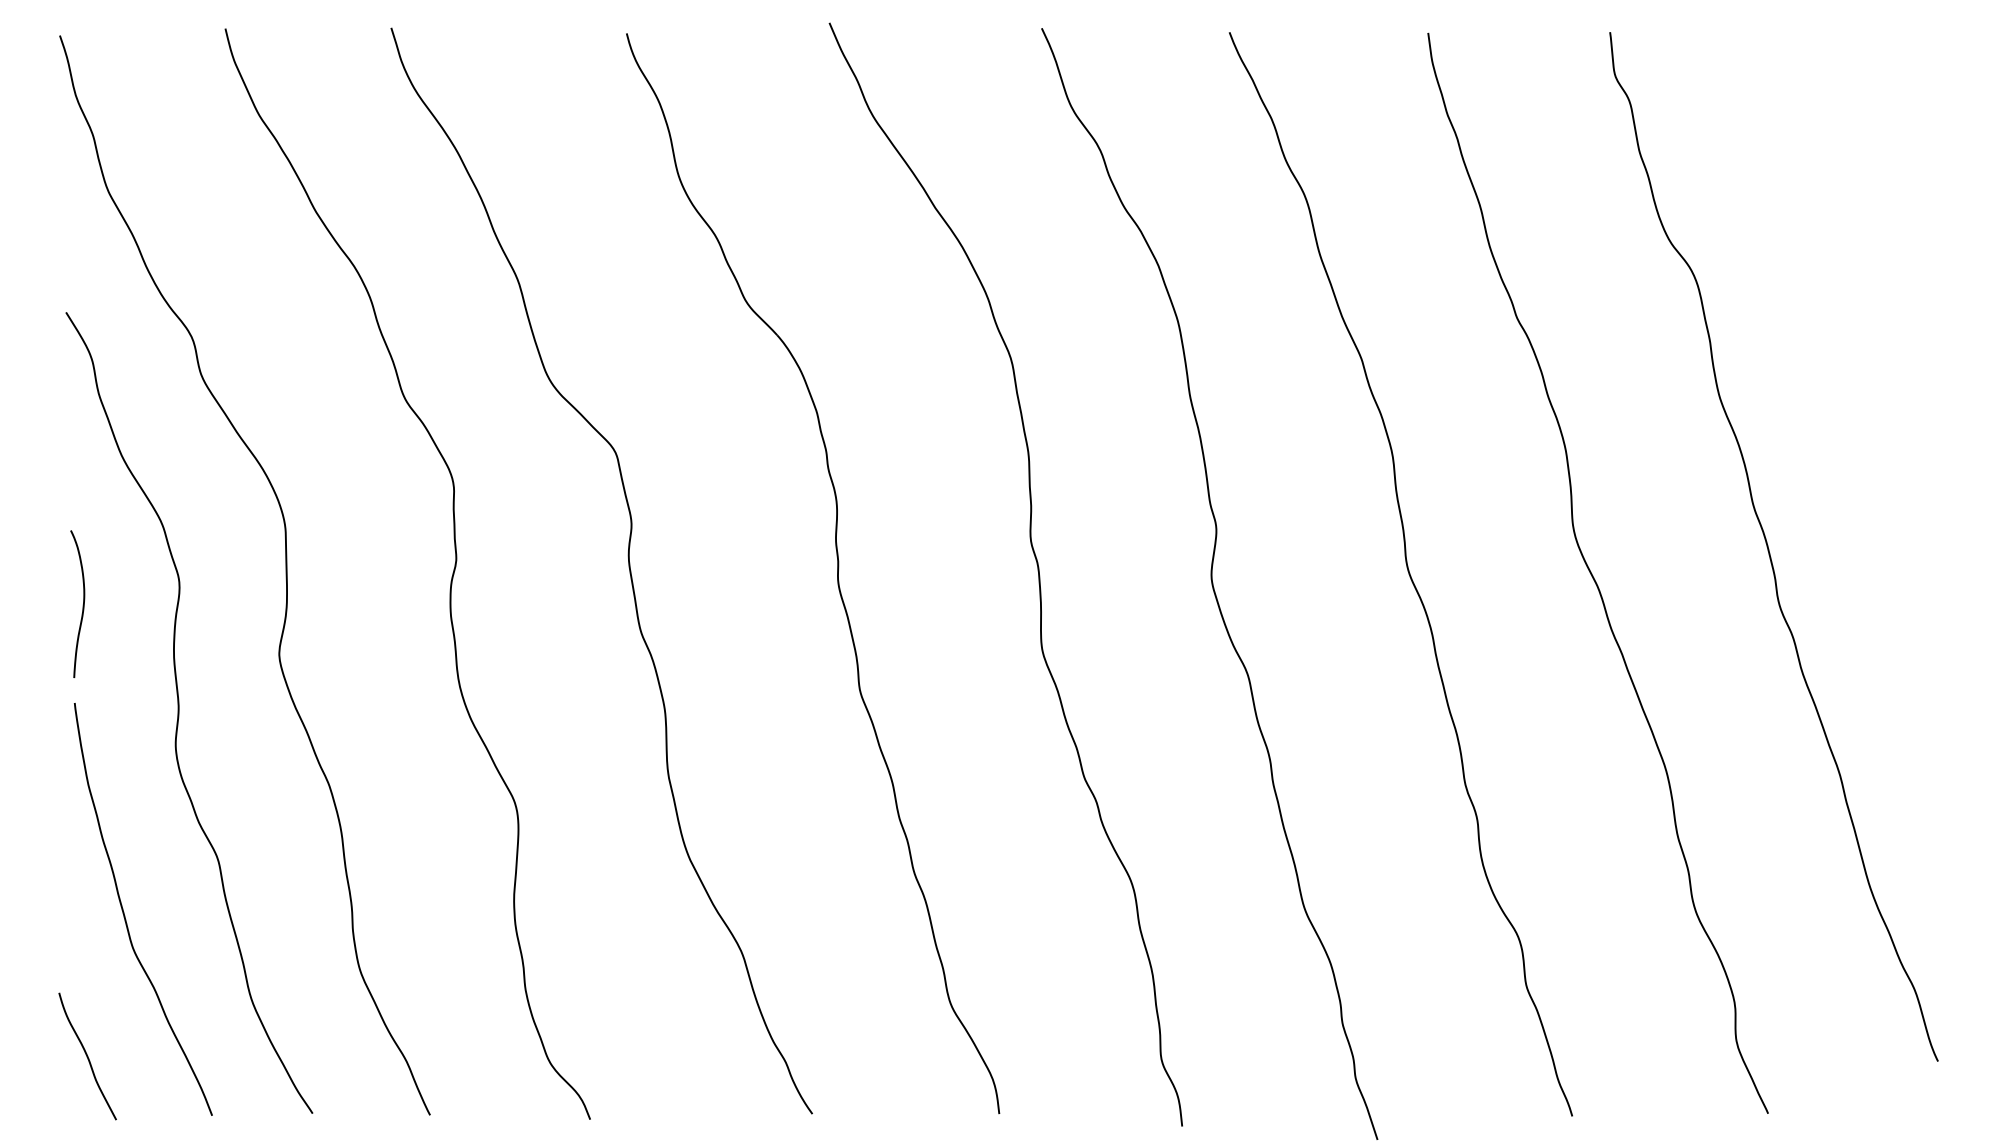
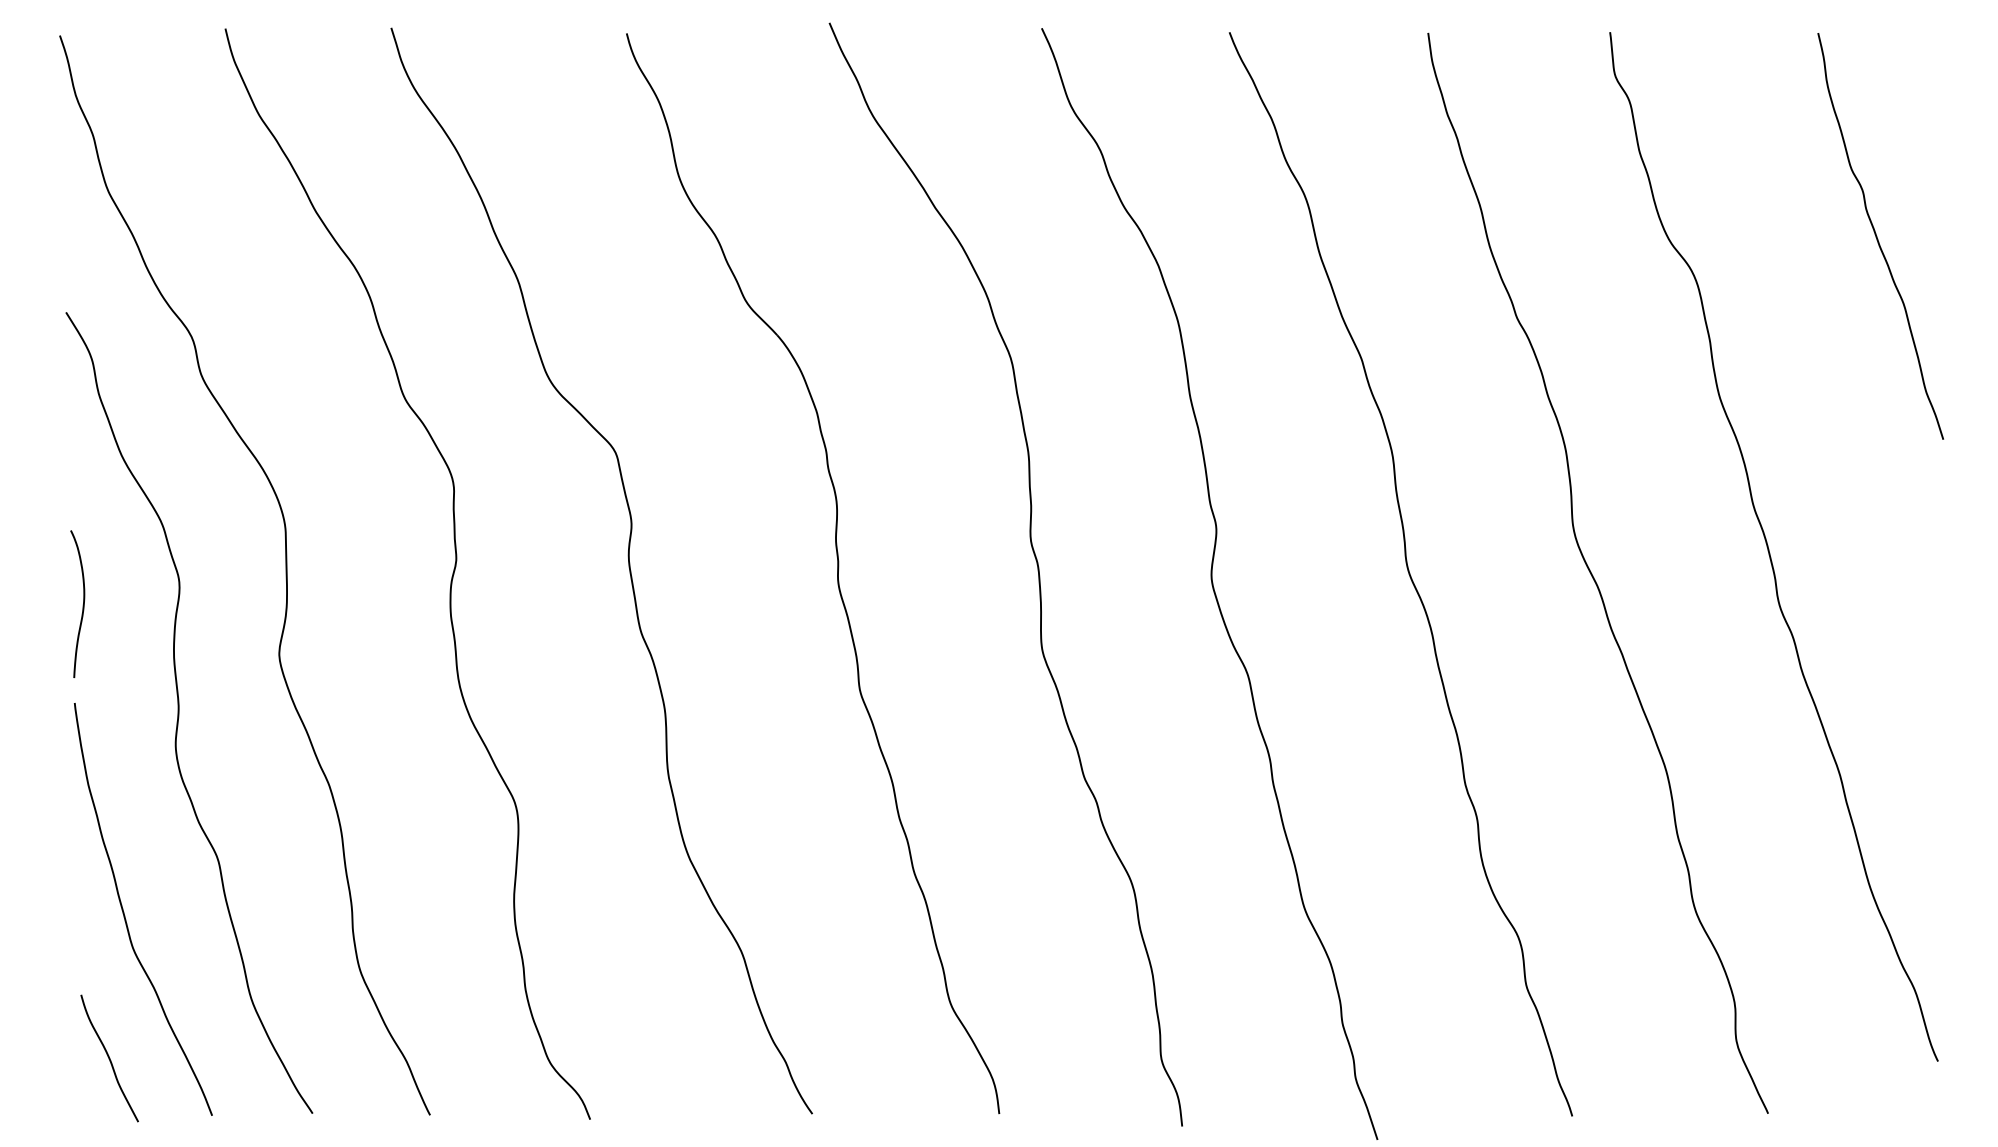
curve at (1877, 236): none -> present
curve at (87, 1056) position: (87, 1056) -> (109, 1058)
